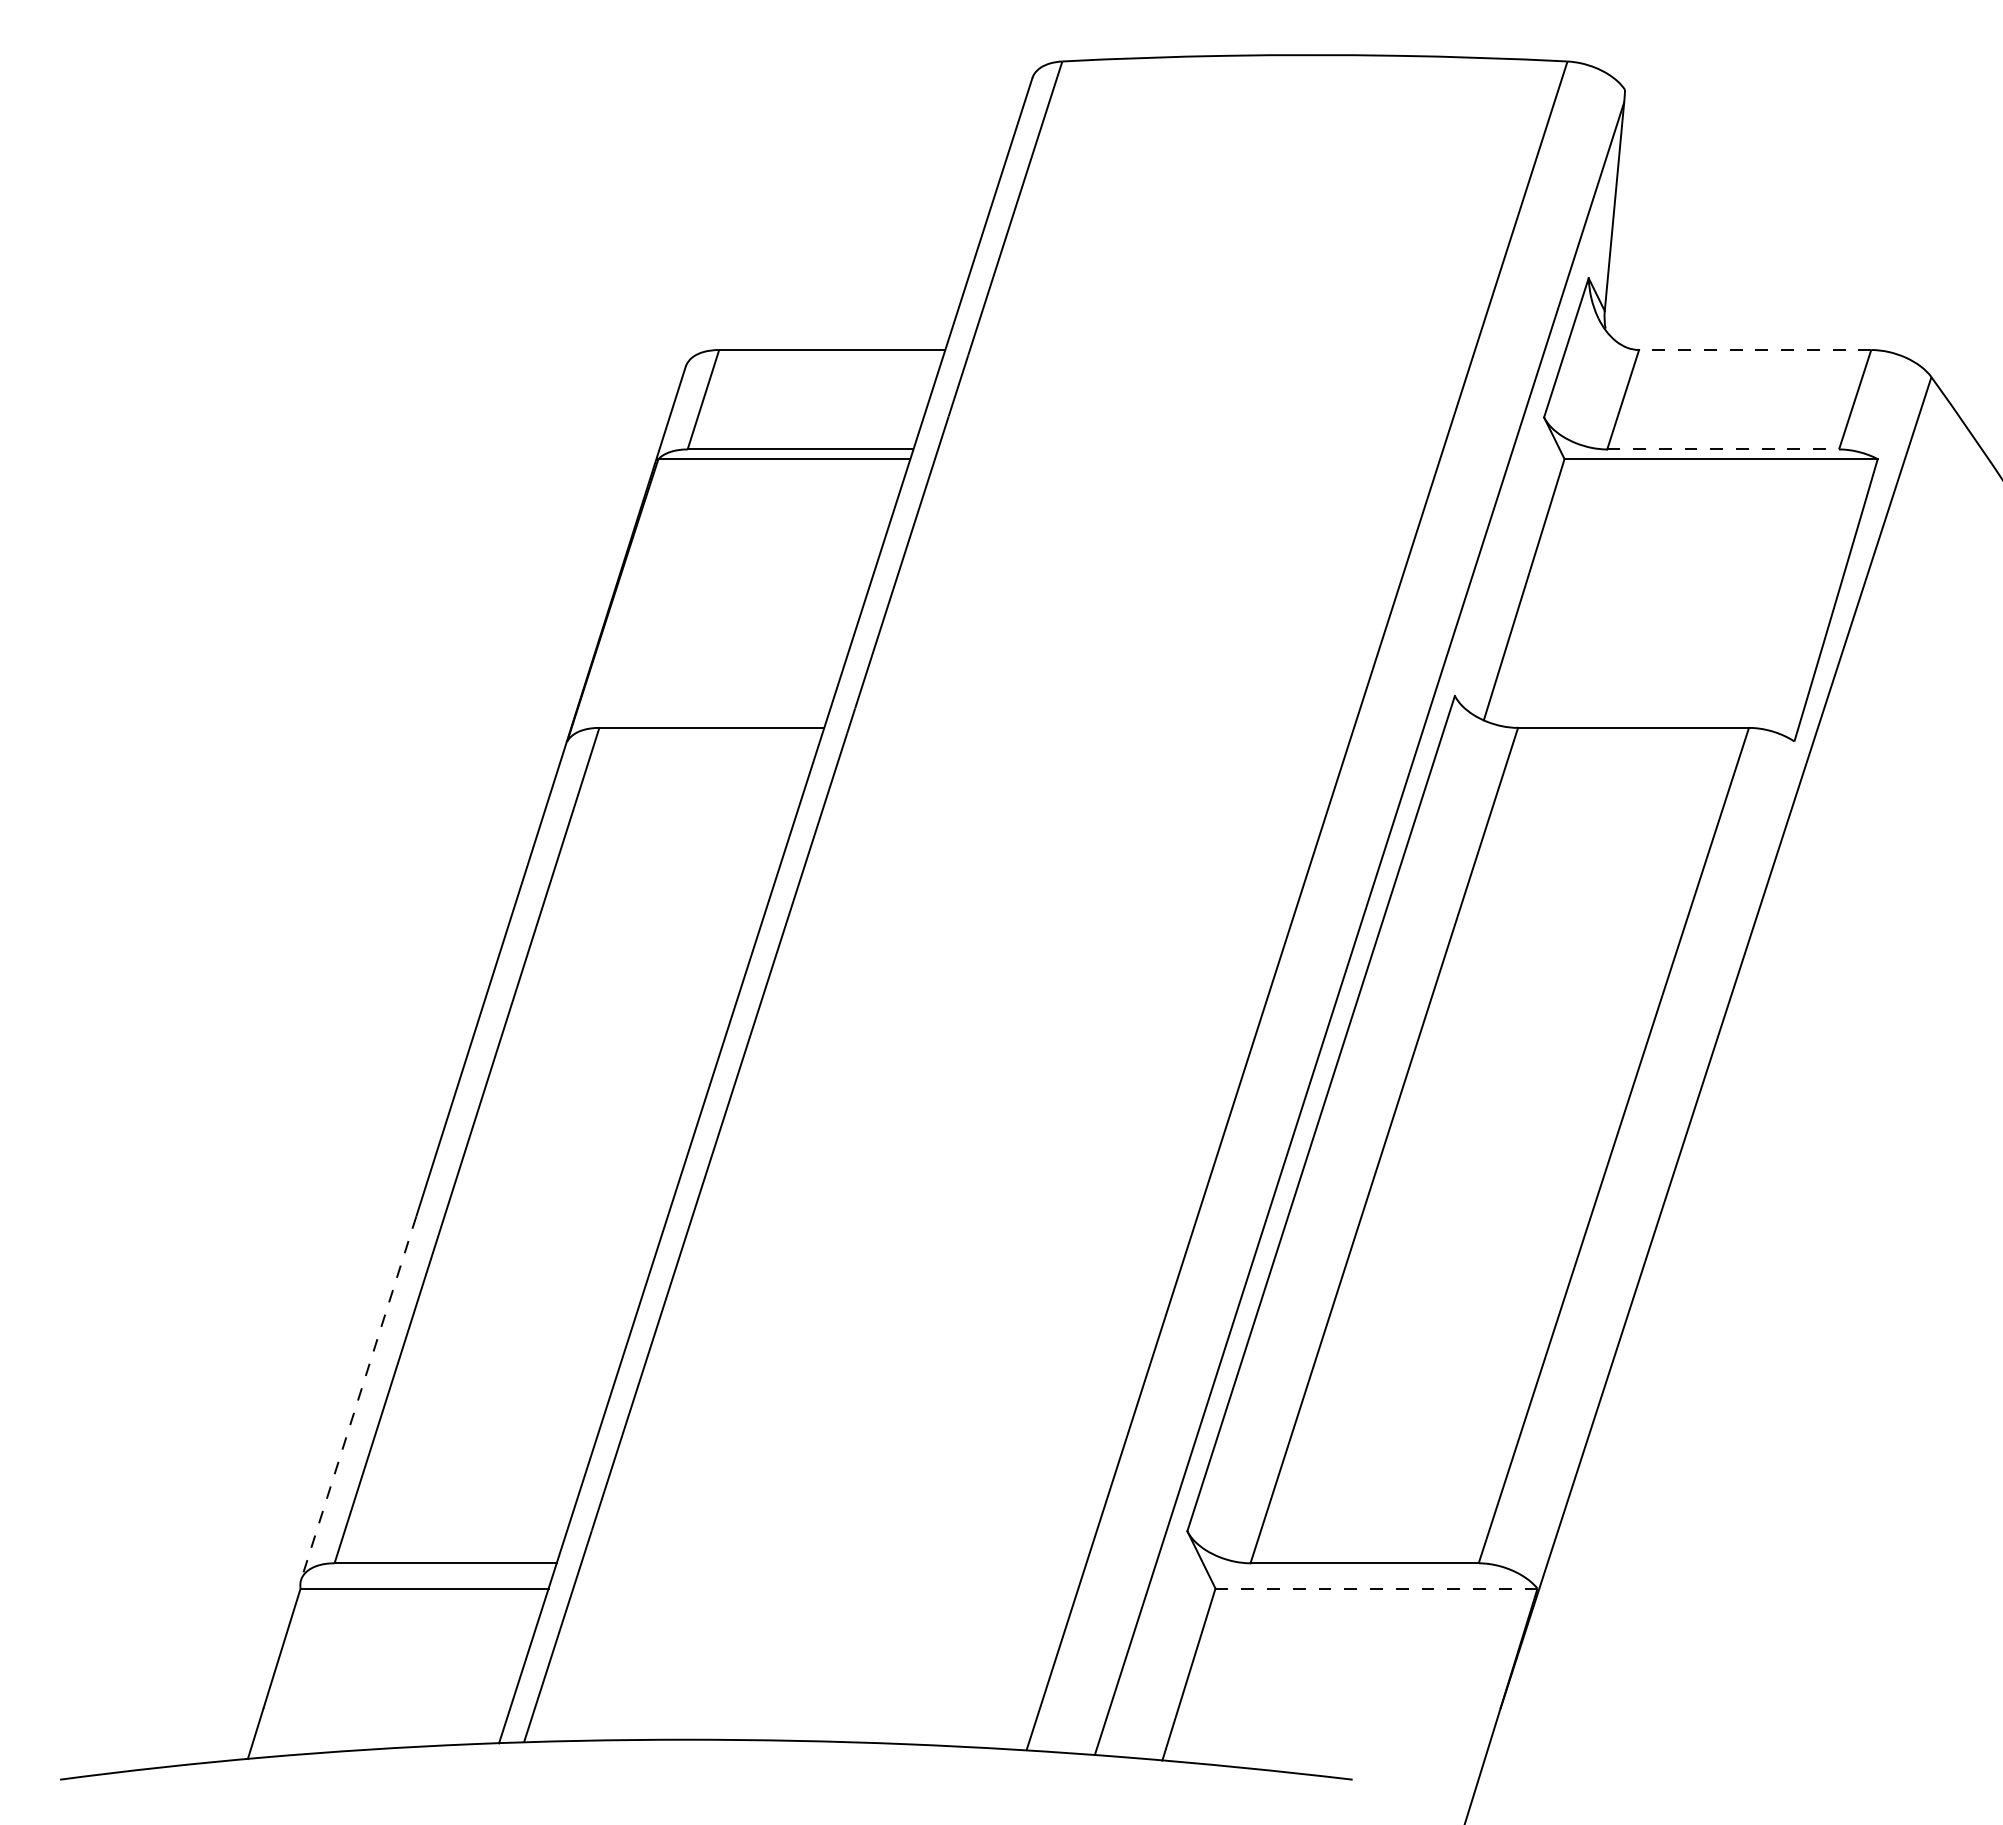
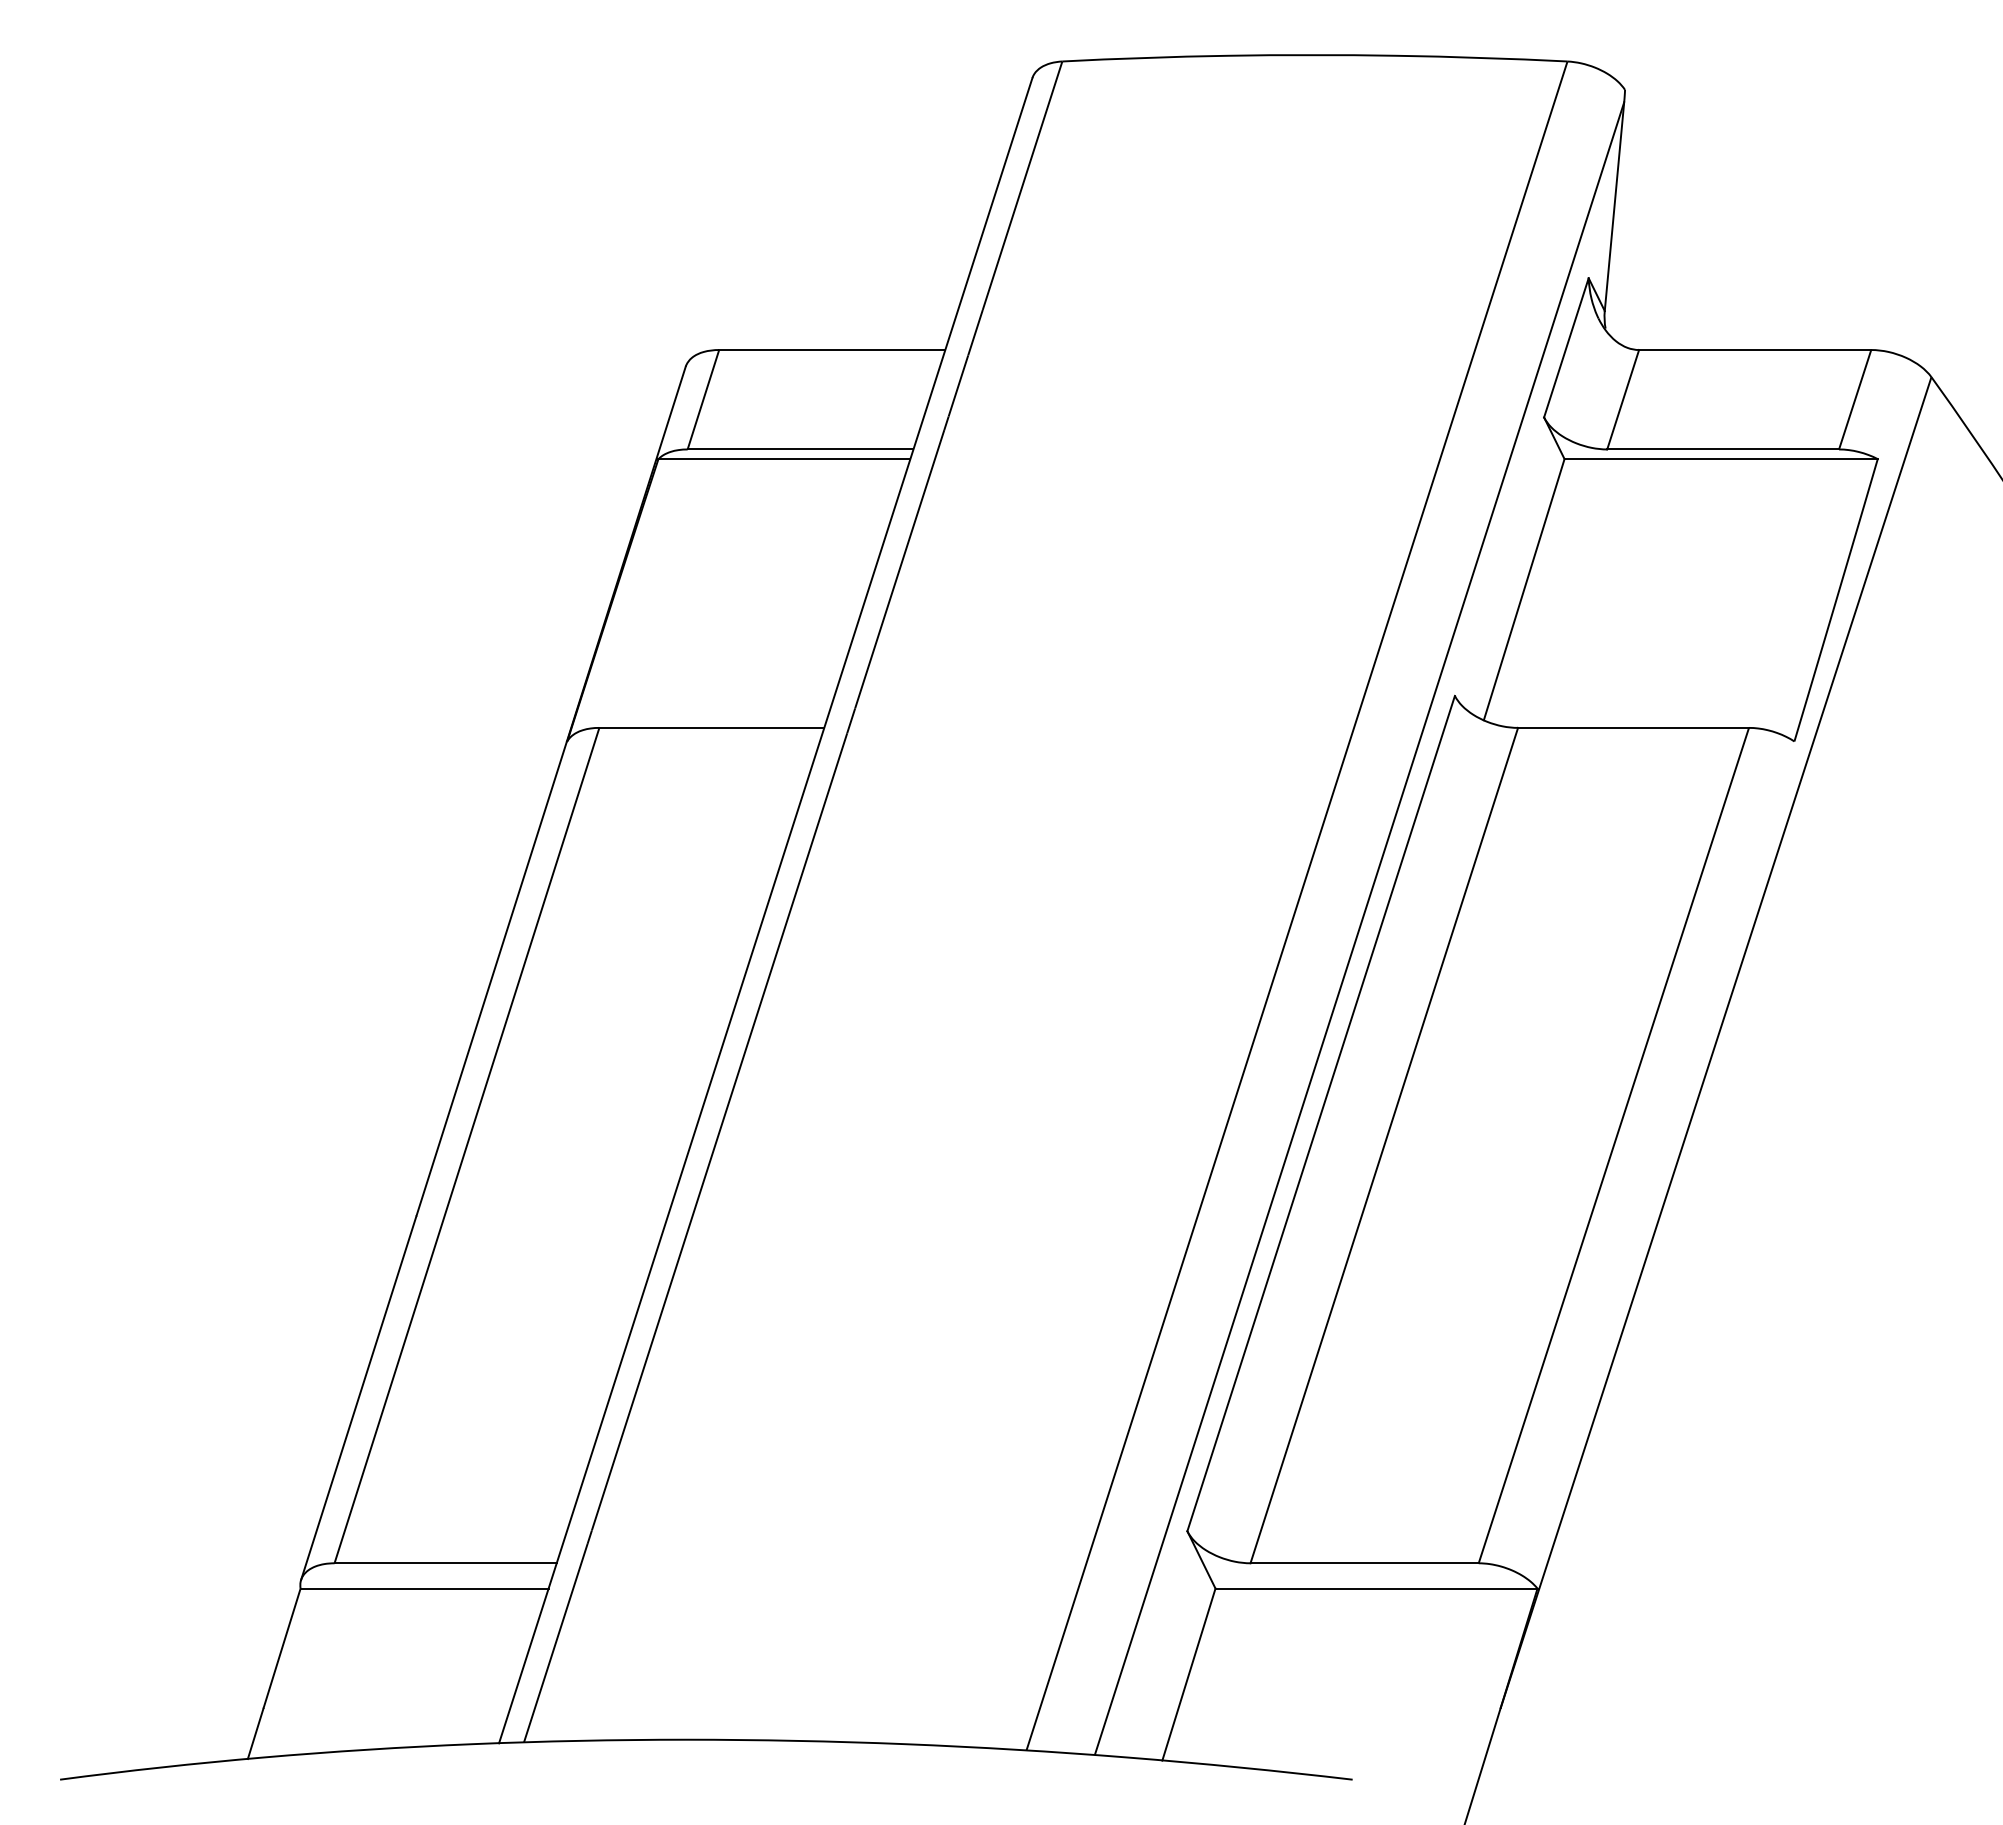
line at (1754, 350): dashed -> solid
line at (1723, 449): dashed -> solid
line at (358, 1398): dashed -> solid
line at (1377, 1588): dashed -> solid
